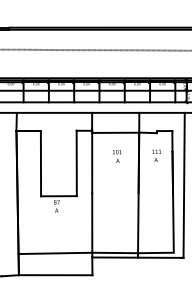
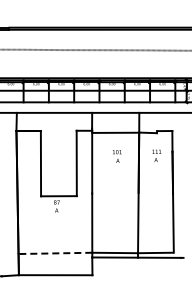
line at (183, 184): present -> none
line at (55, 253): solid -> dashed
